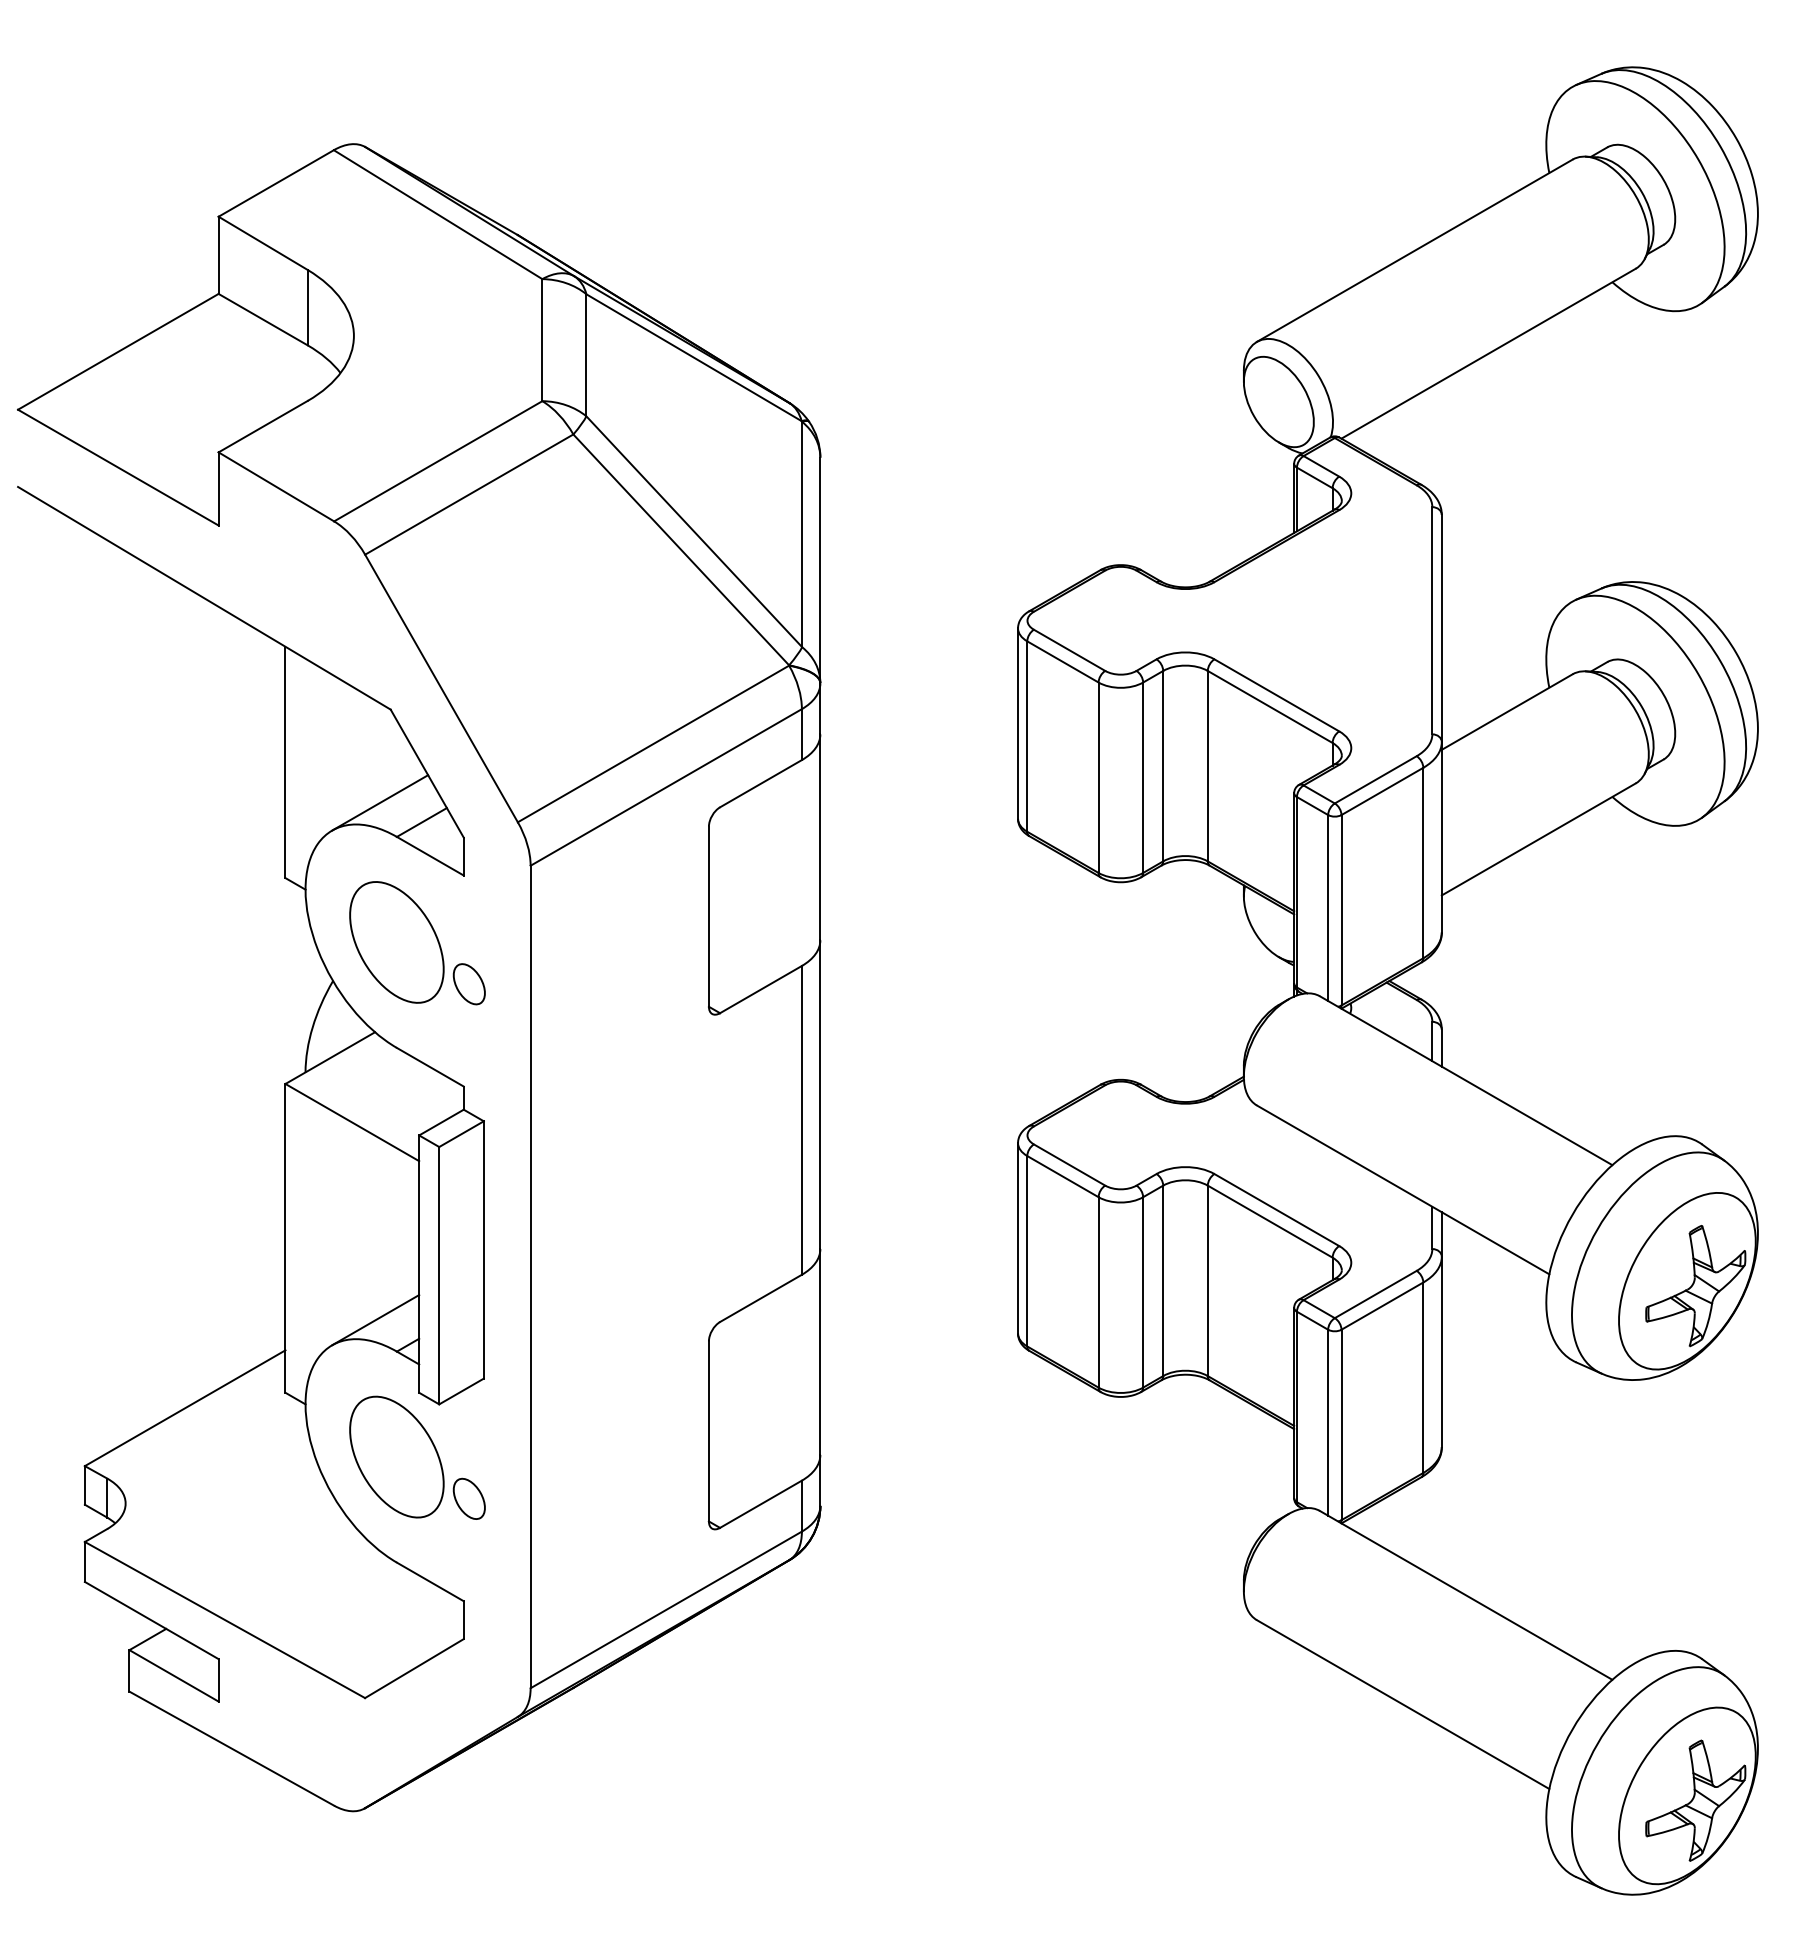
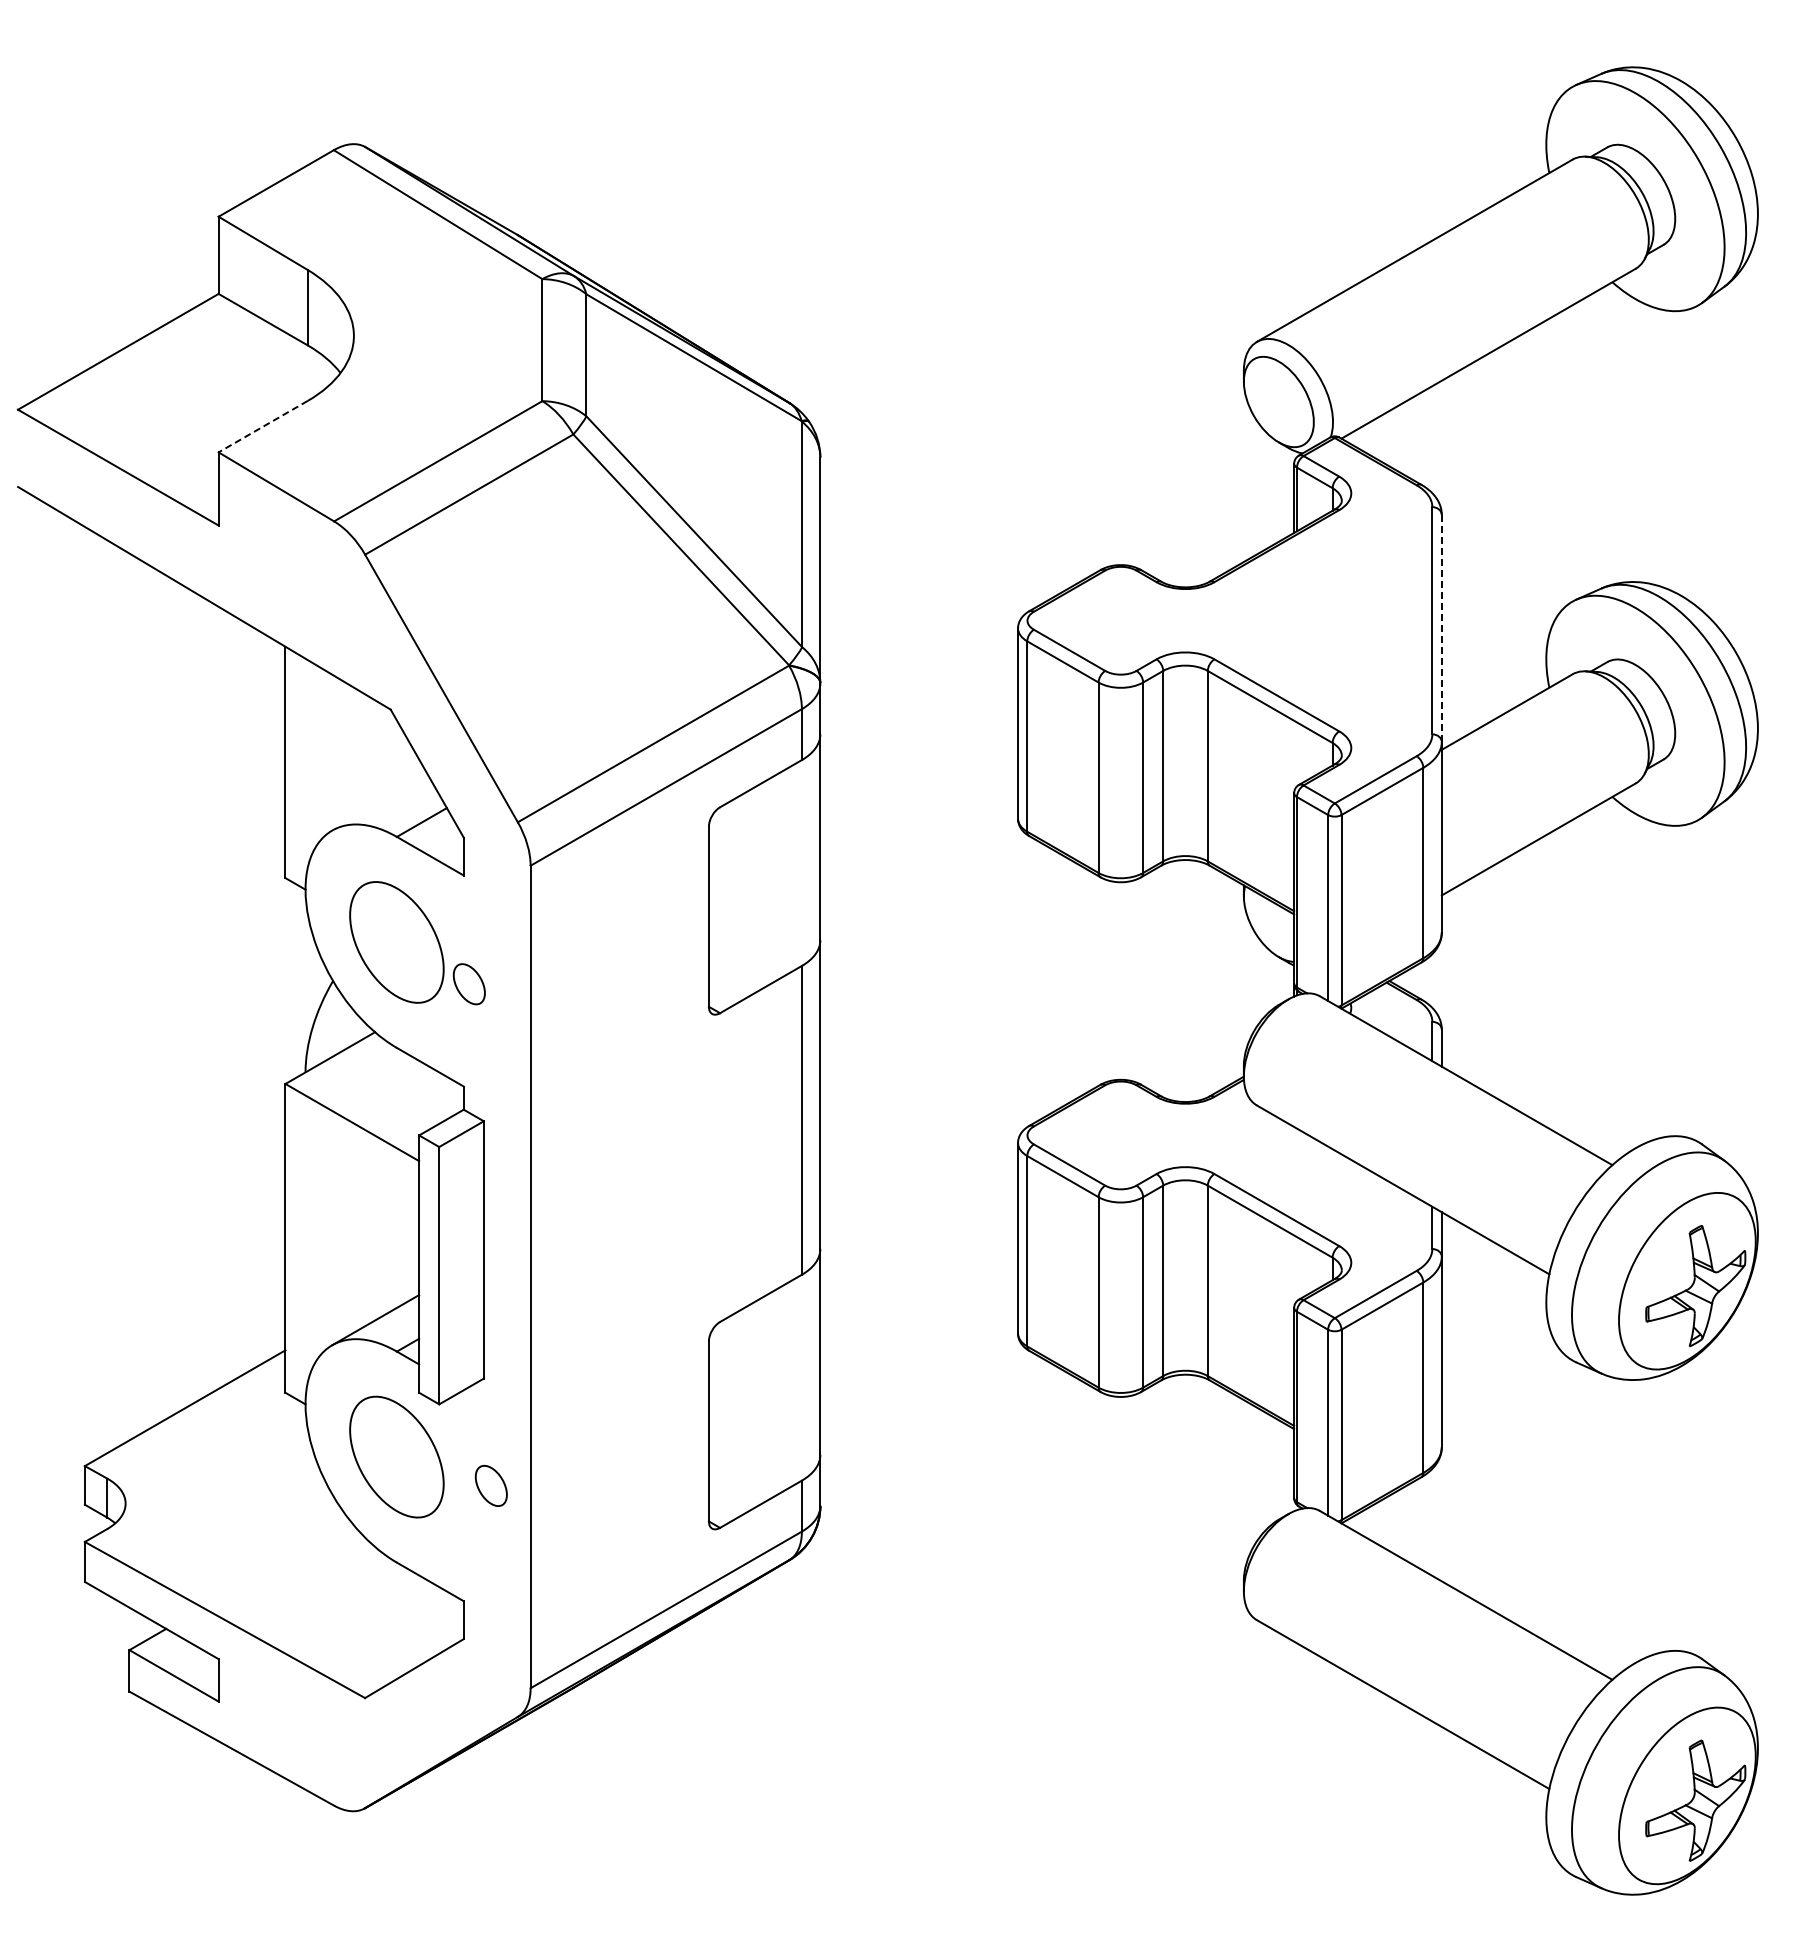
line at (262, 426): solid -> dashed
line at (1441, 628): solid -> dashed
line at (380, 802): present -> none
part at (468, 1498) position: (468, 1498) -> (490, 1485)
